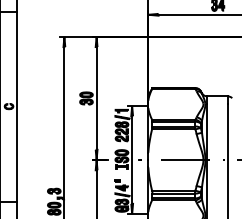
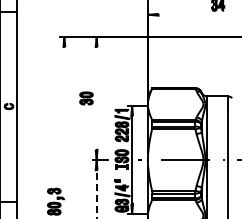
line at (198, 14): present -> none
line at (96, 98): present -> none
line at (64, 131): present -> none
line at (96, 194): solid -> dashed
